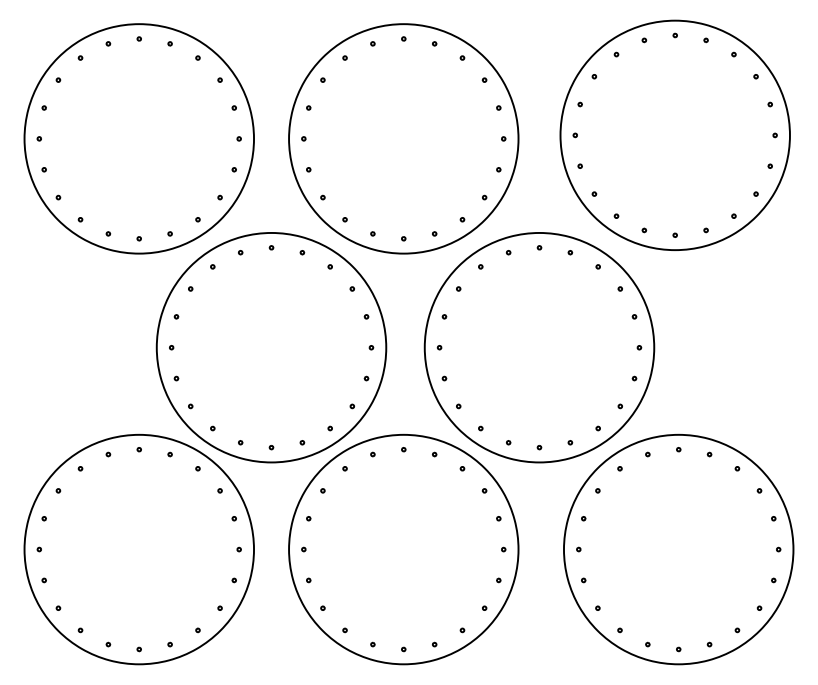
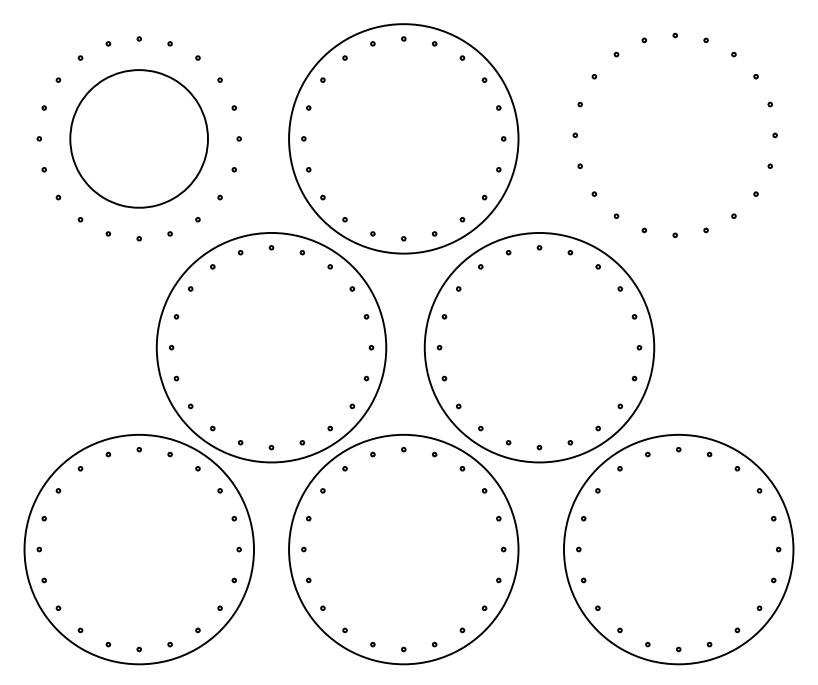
part at (674, 134): present -> none
part at (138, 138) size: 232x232 px -> 140x140 px
